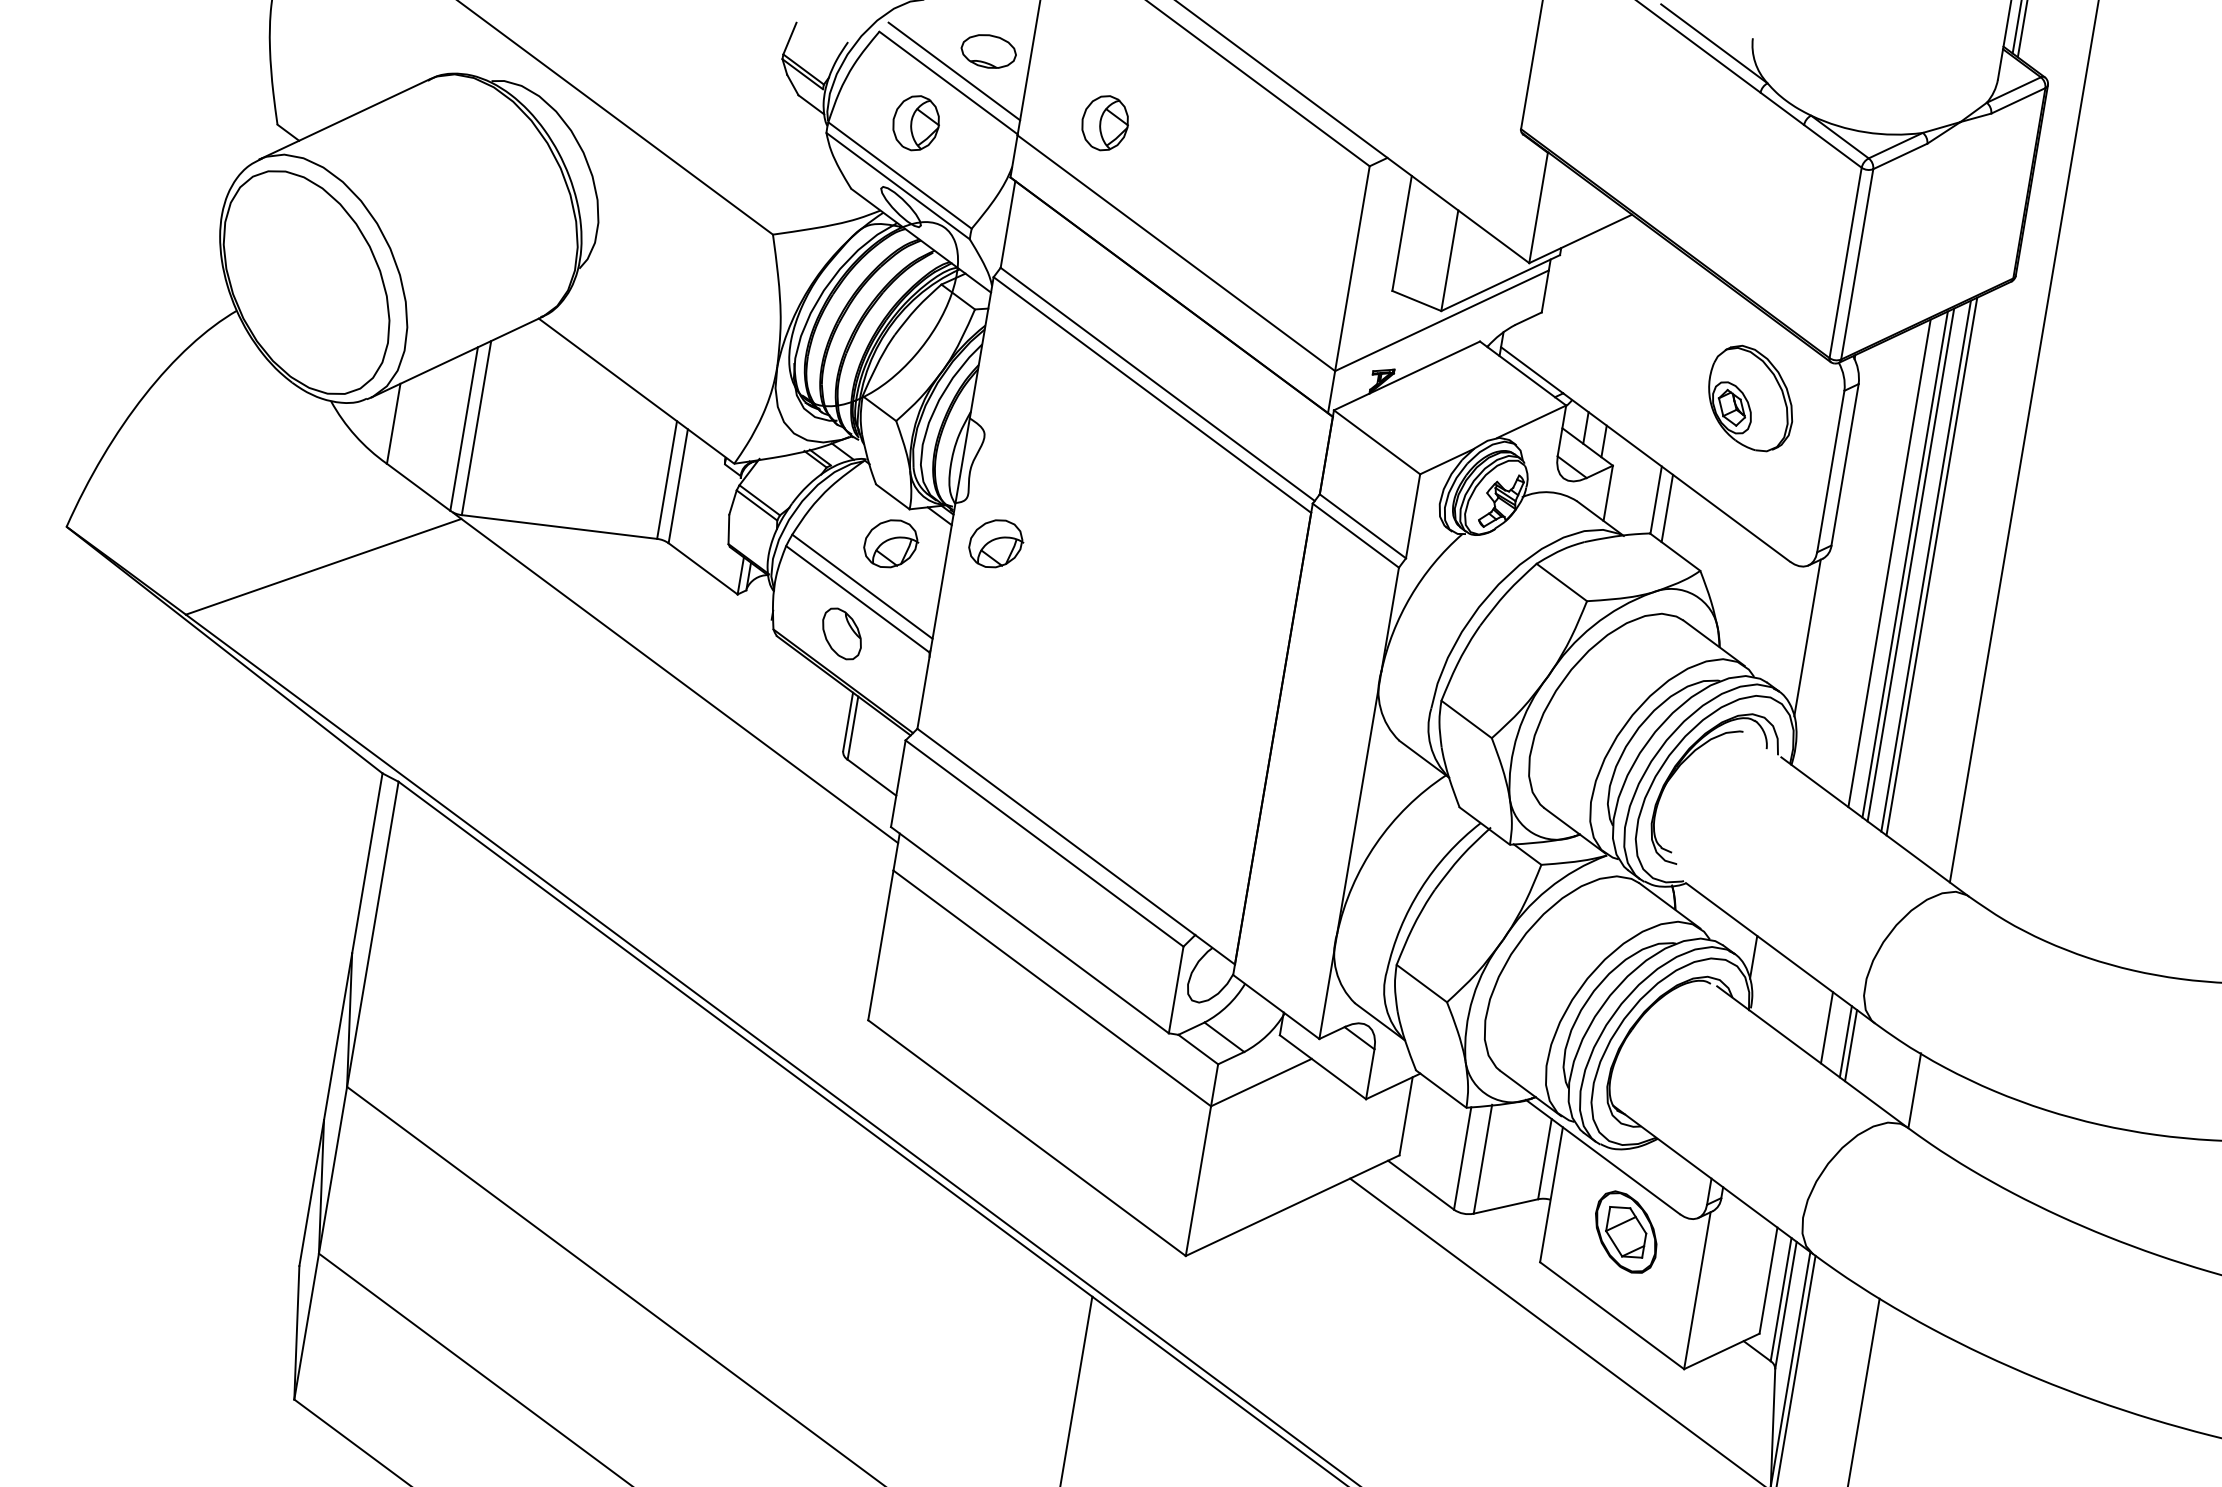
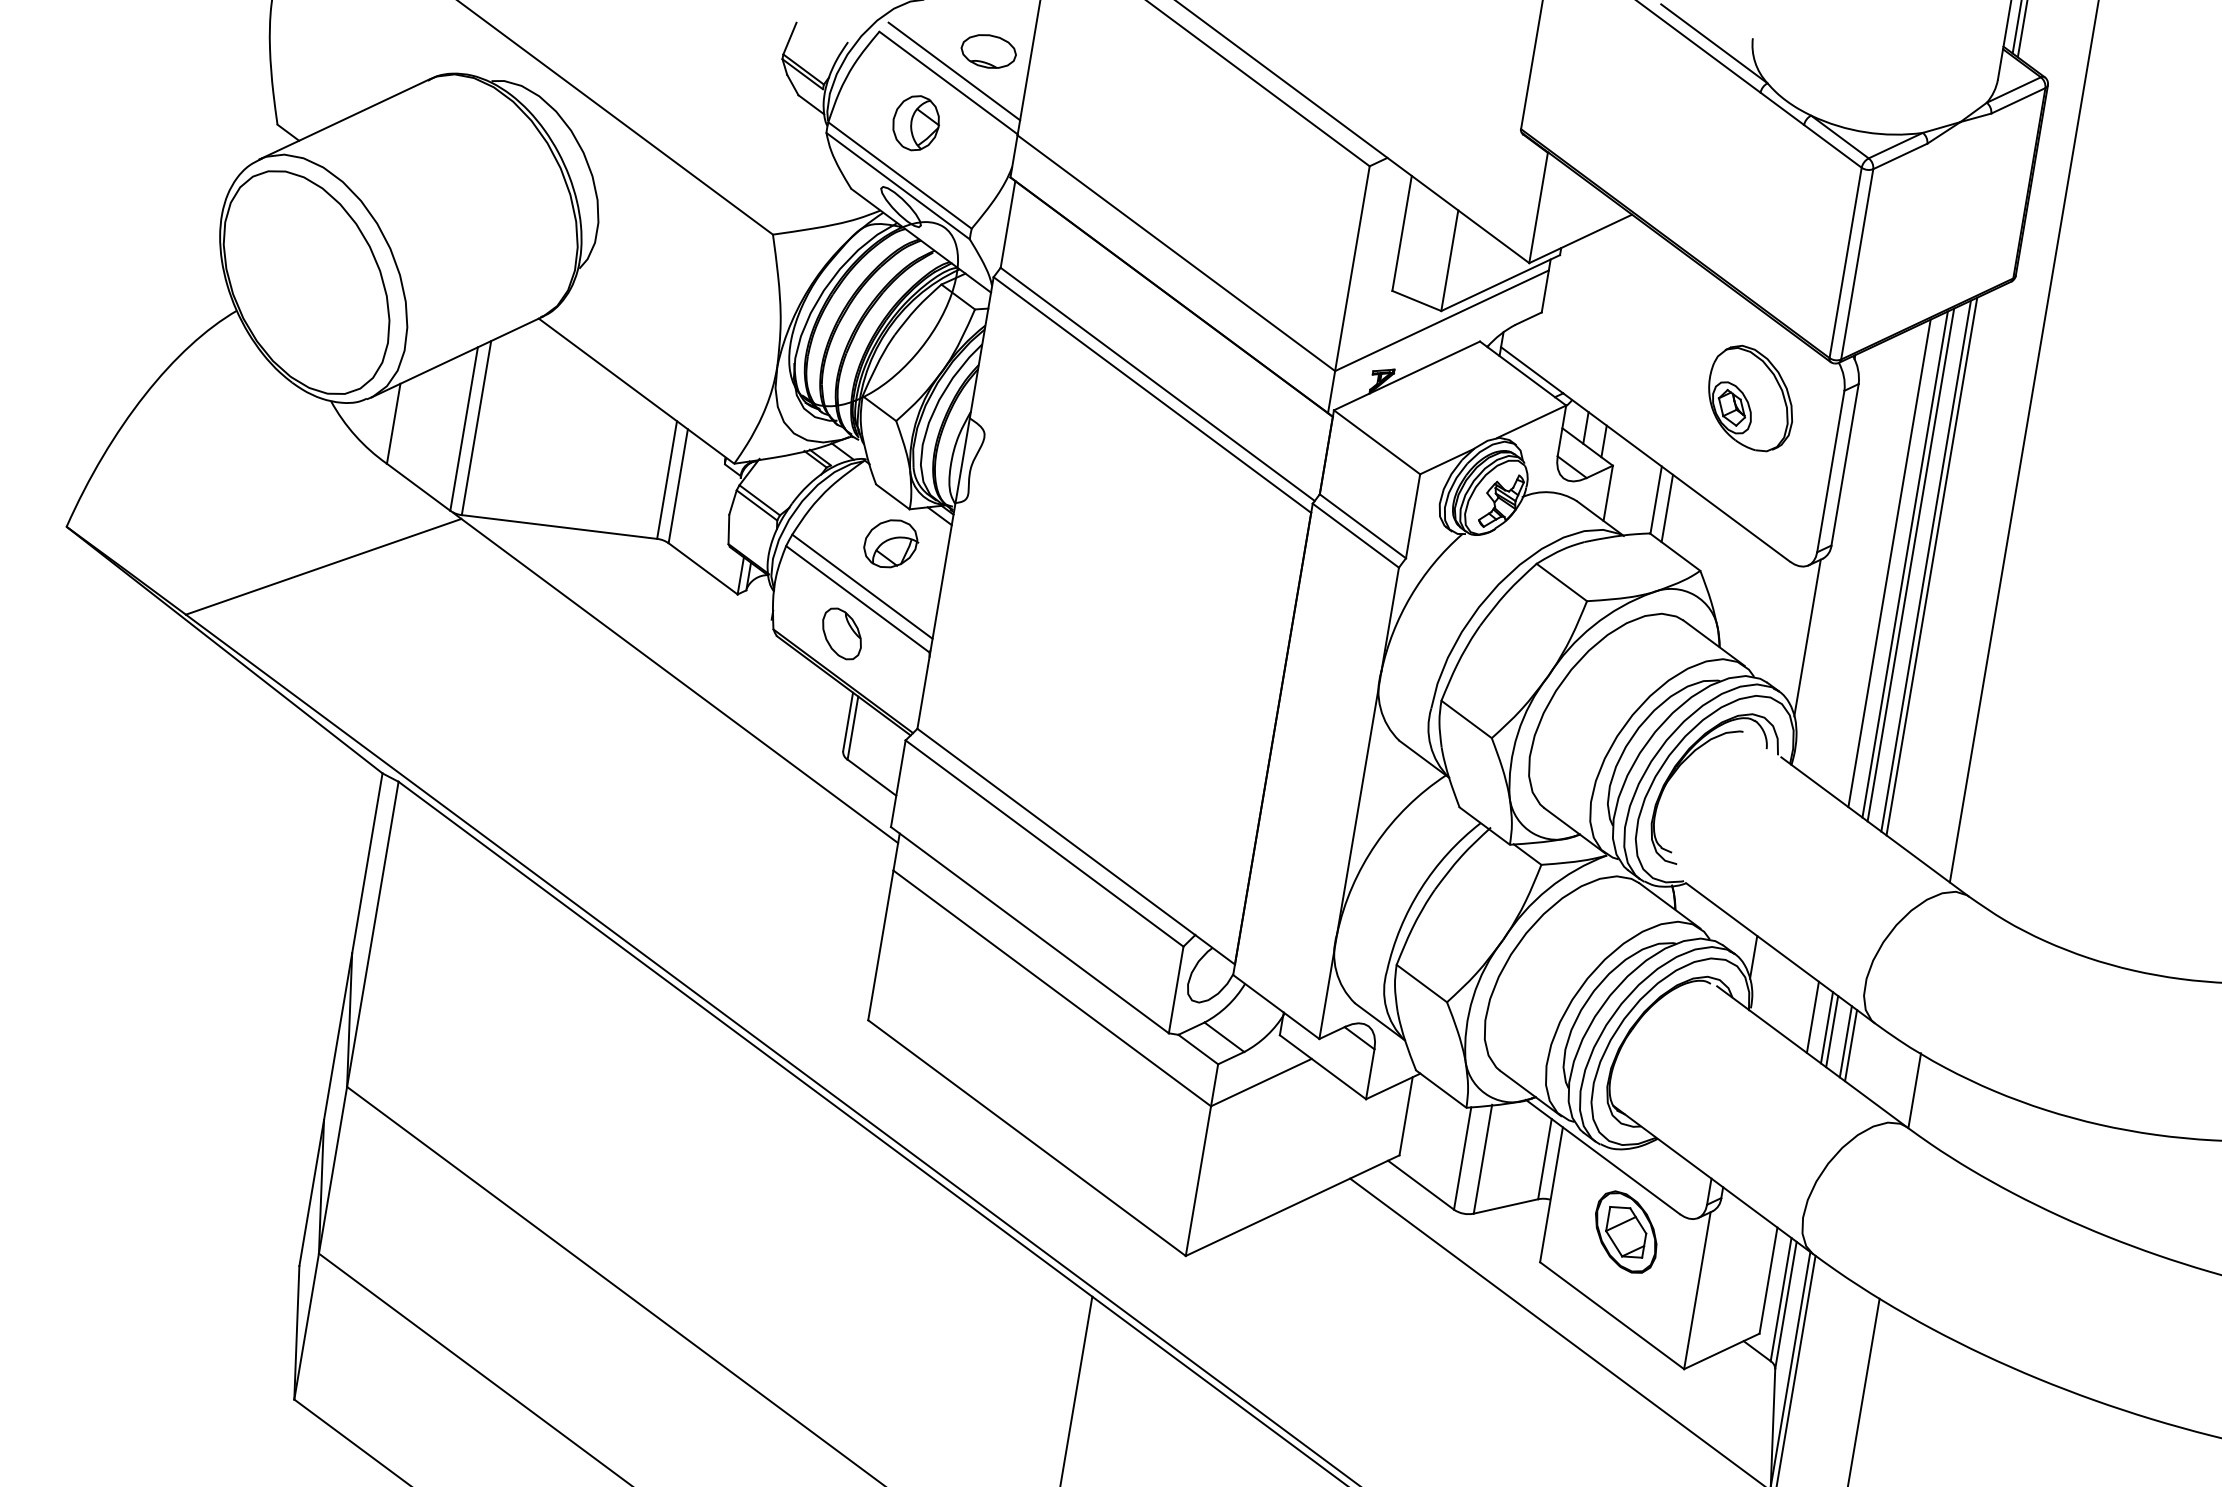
part at (1104, 123): present -> none
part at (996, 543): present -> none
line at (1812, 1016): none -> present
line at (1832, 1031): none -> present
